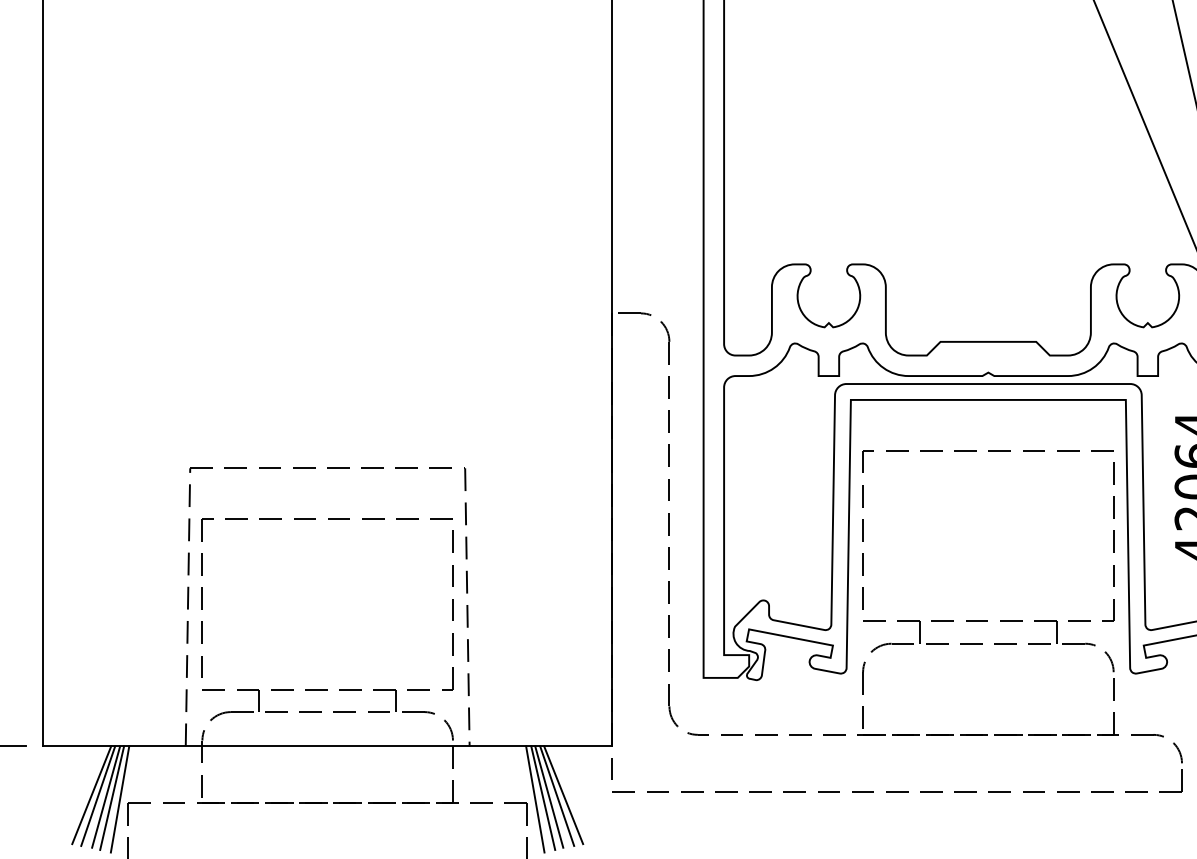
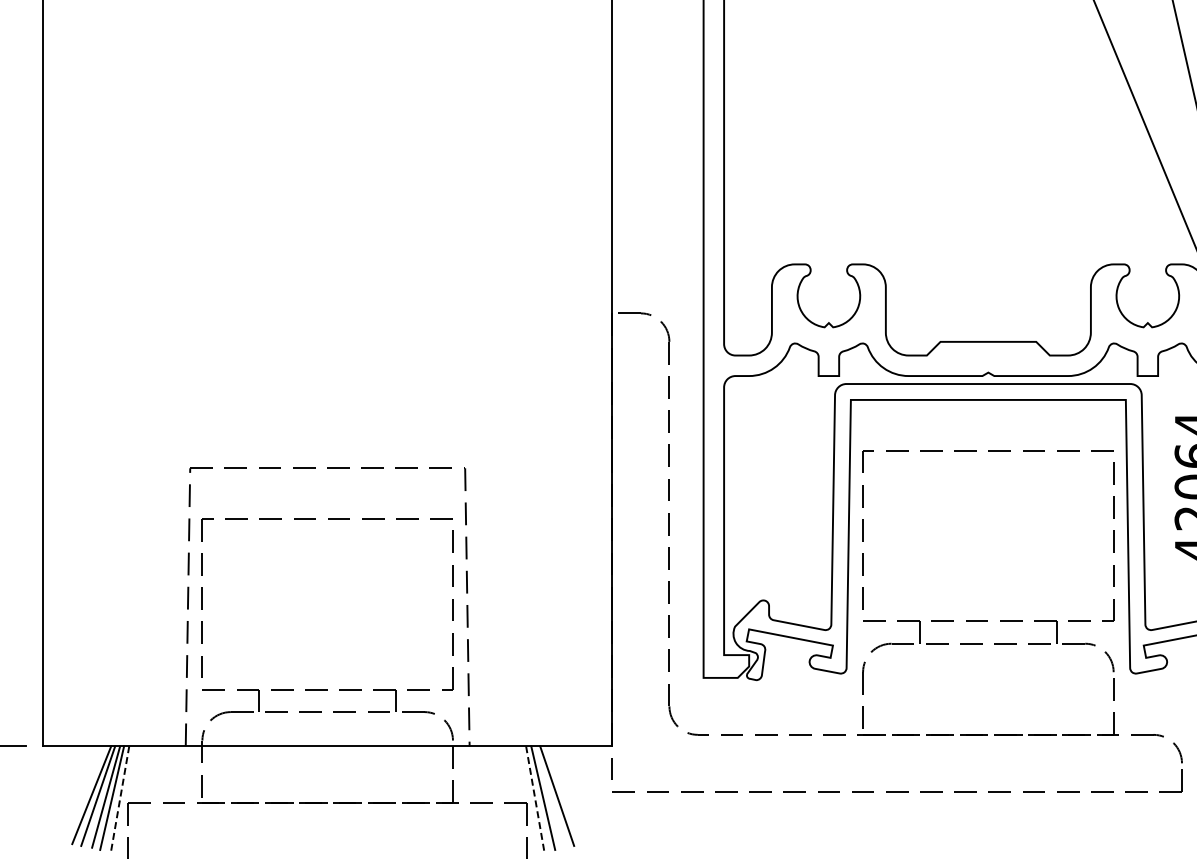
line at (563, 795): present -> none
line at (549, 796): present -> none
line at (120, 799): solid -> dashed
line at (535, 799): solid -> dashed
